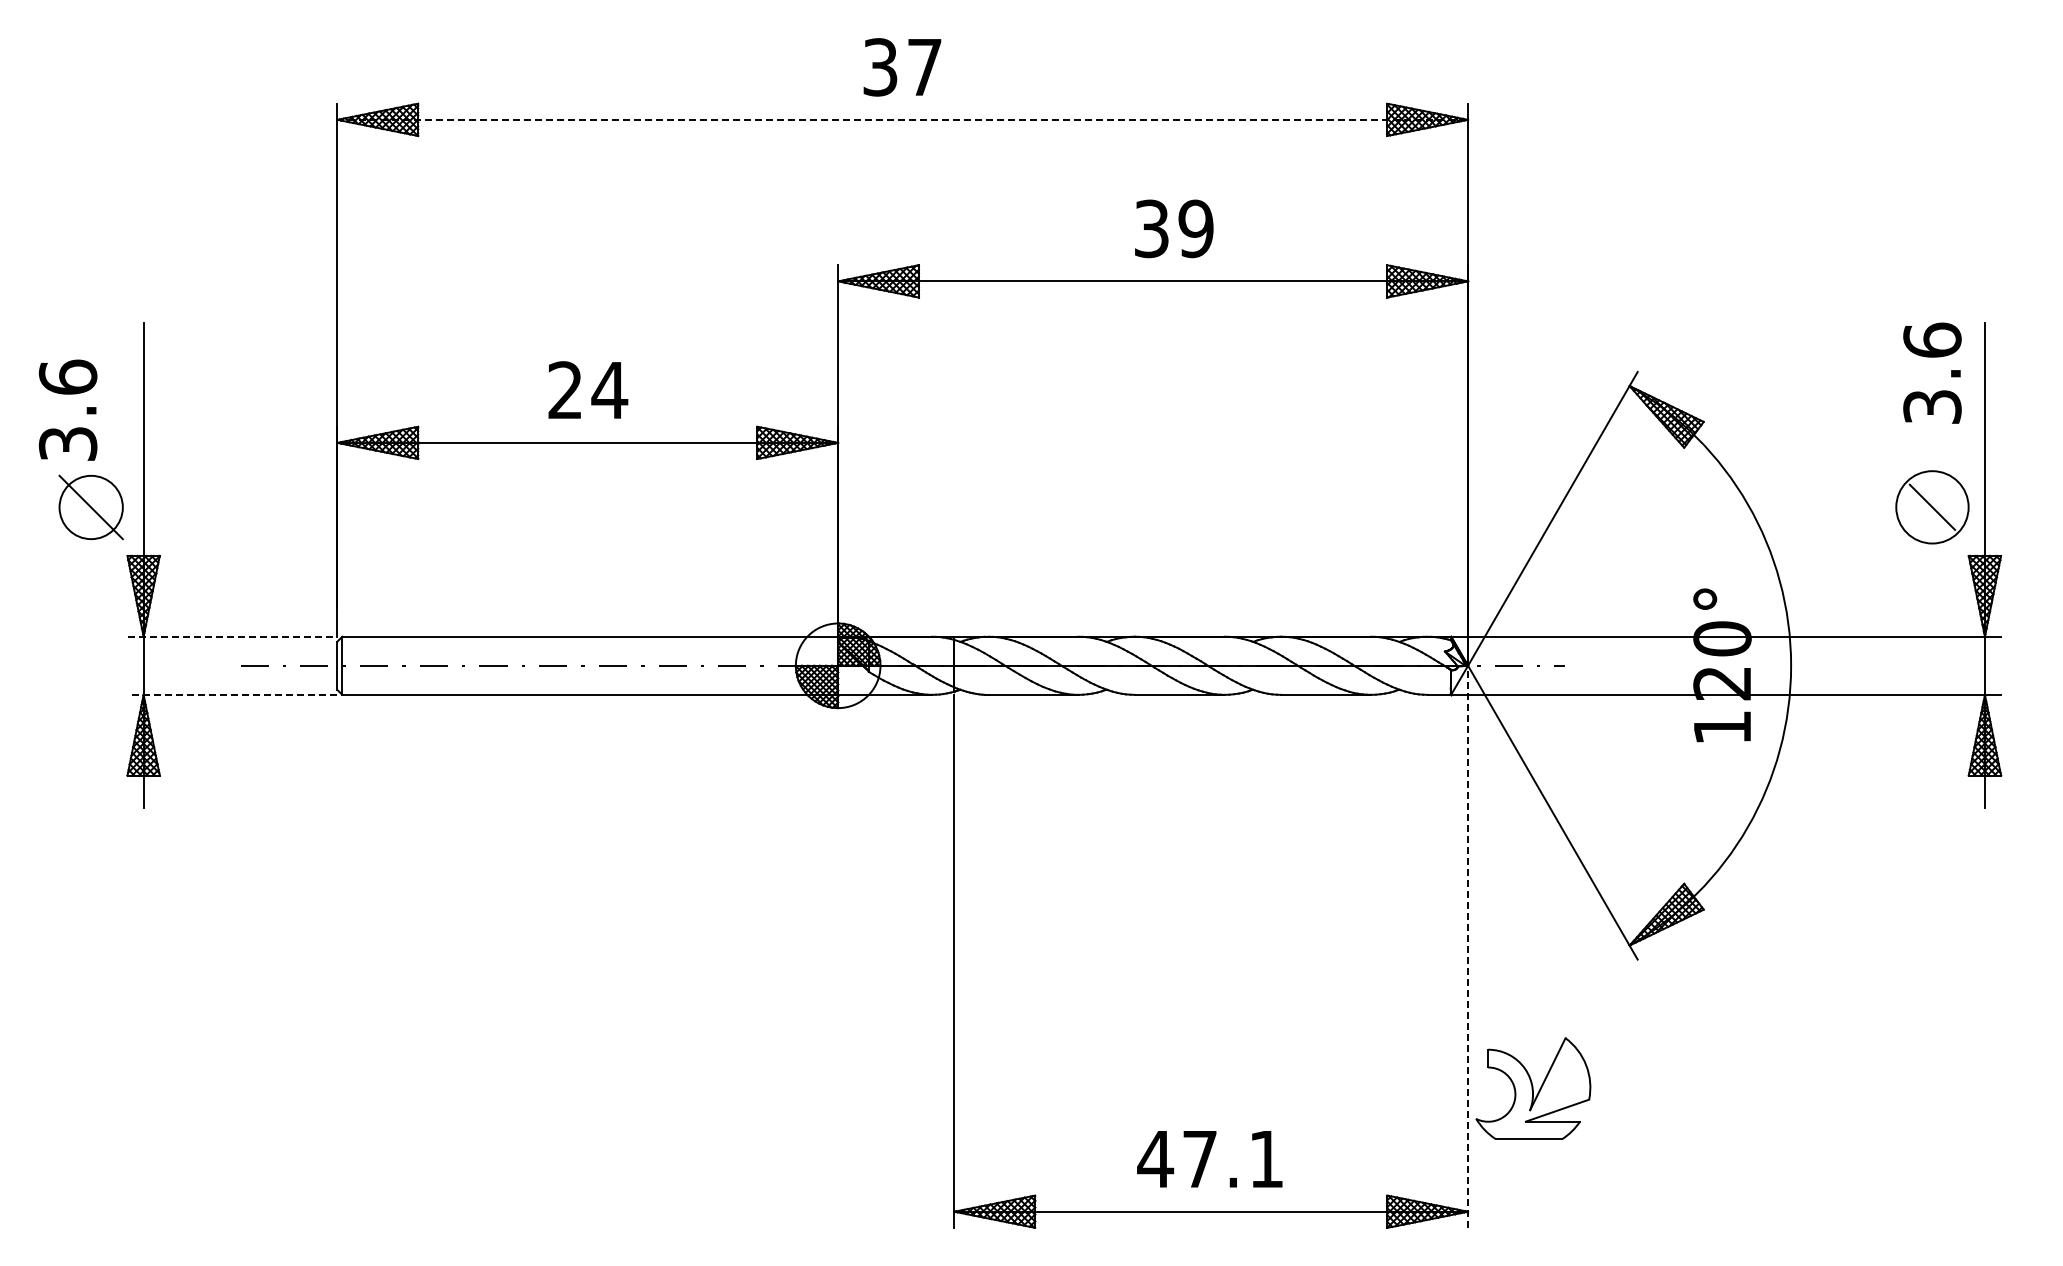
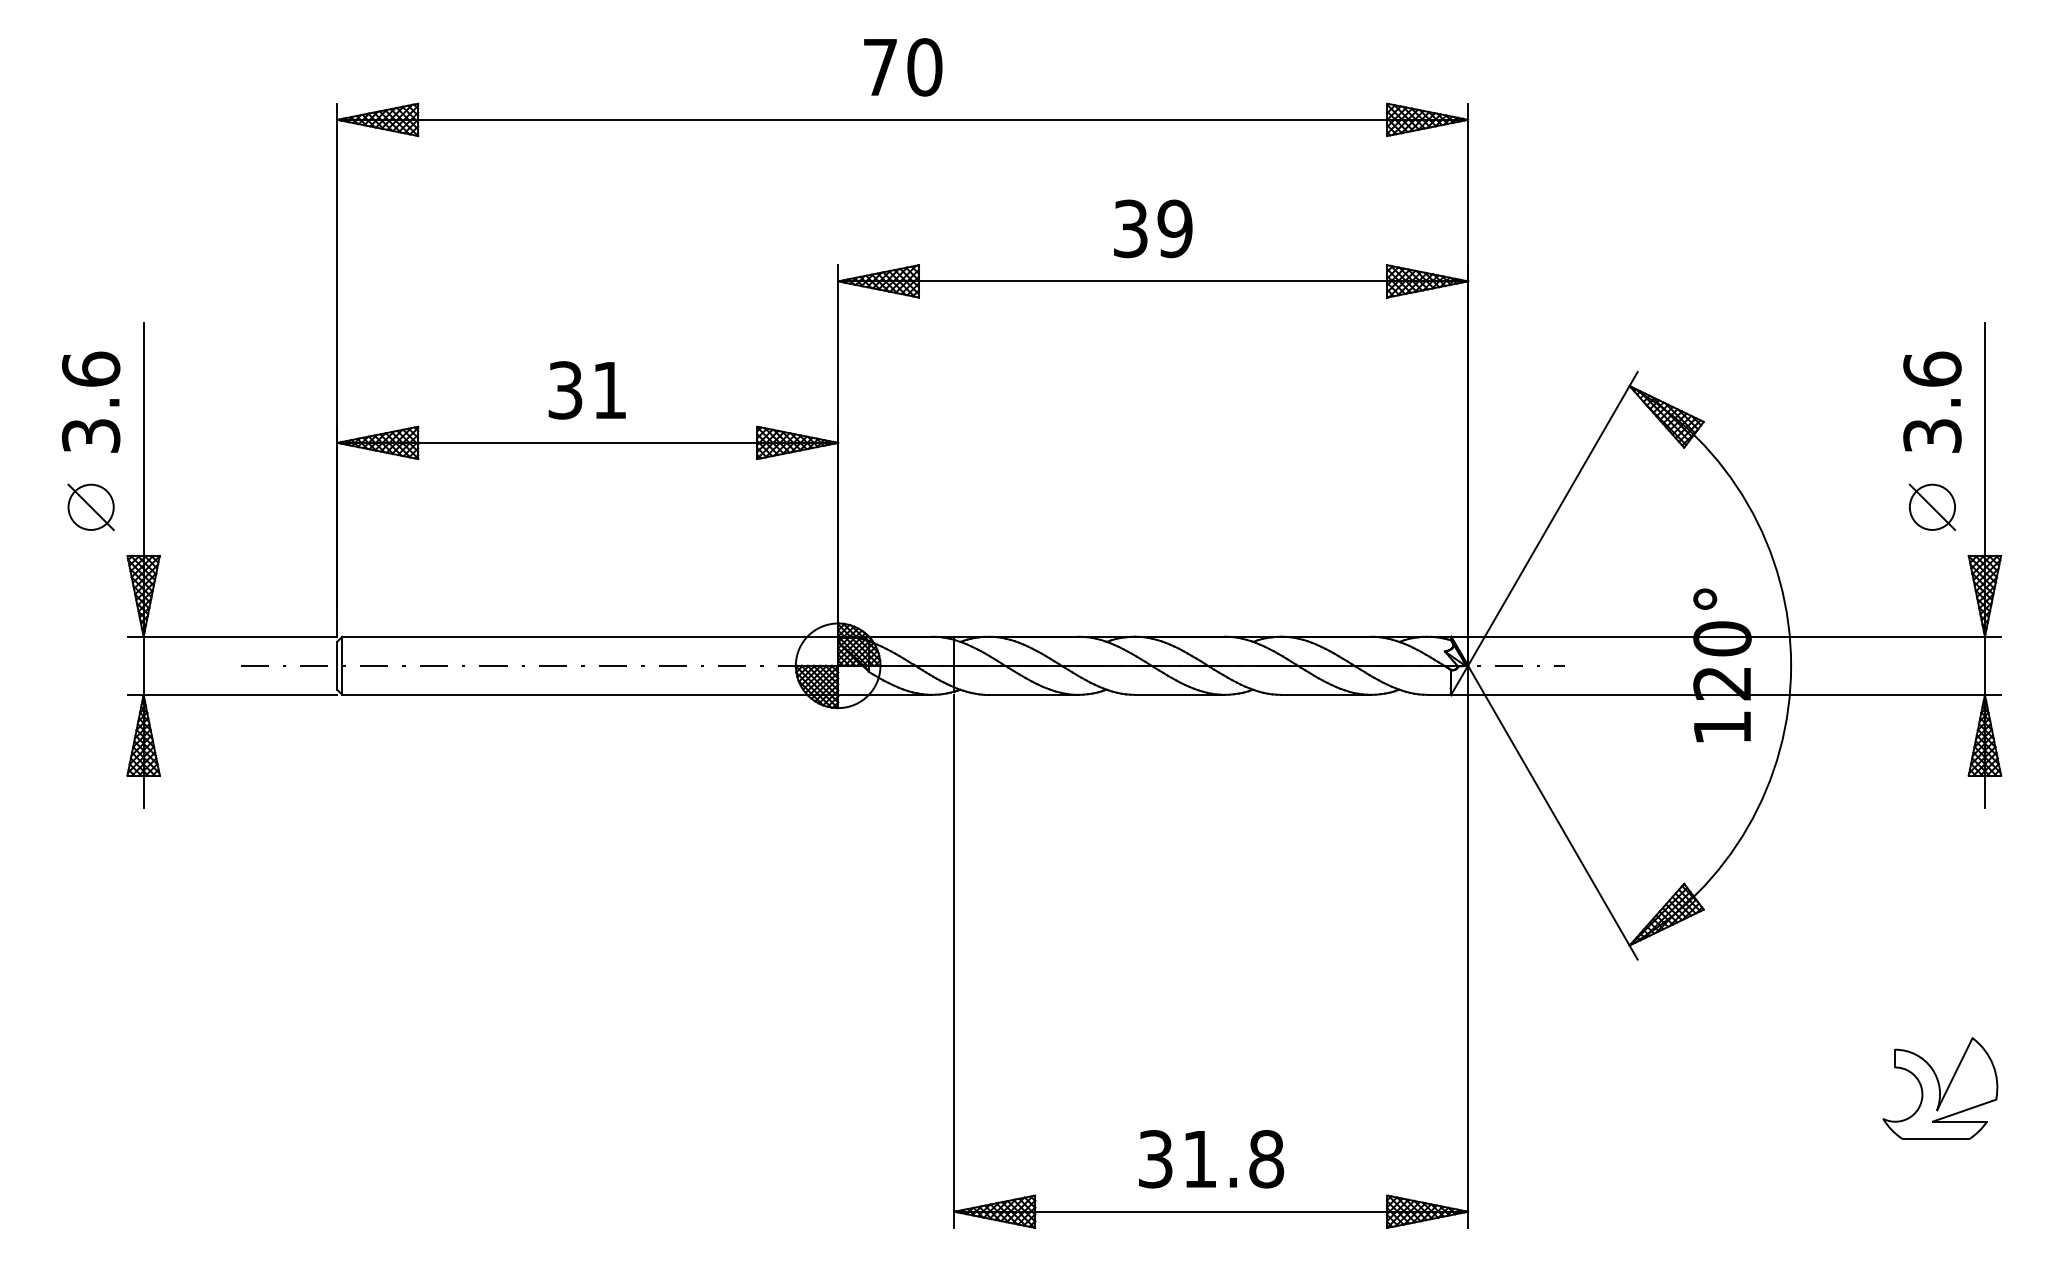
text at (902, 67): 37 -> 70
line at (903, 119): dashed -> solid
text at (1174, 228) position: (1174, 228) -> (1153, 228)
text at (1932, 372) position: (1932, 372) -> (1932, 401)
text at (588, 390): 24 -> 31
text at (68, 409) position: (68, 409) -> (91, 401)
part at (90, 507) size: 66x67 px -> 48x48 px
circle at (1932, 507) diameter: 72 px -> 45 px
line at (232, 636): dashed -> solid
line at (232, 694): dashed -> solid
line at (1468, 946): dashed -> solid
part at (1533, 1088) position: (1533, 1088) -> (1940, 1088)
text at (1210, 1159): 47.1 -> 31.8
